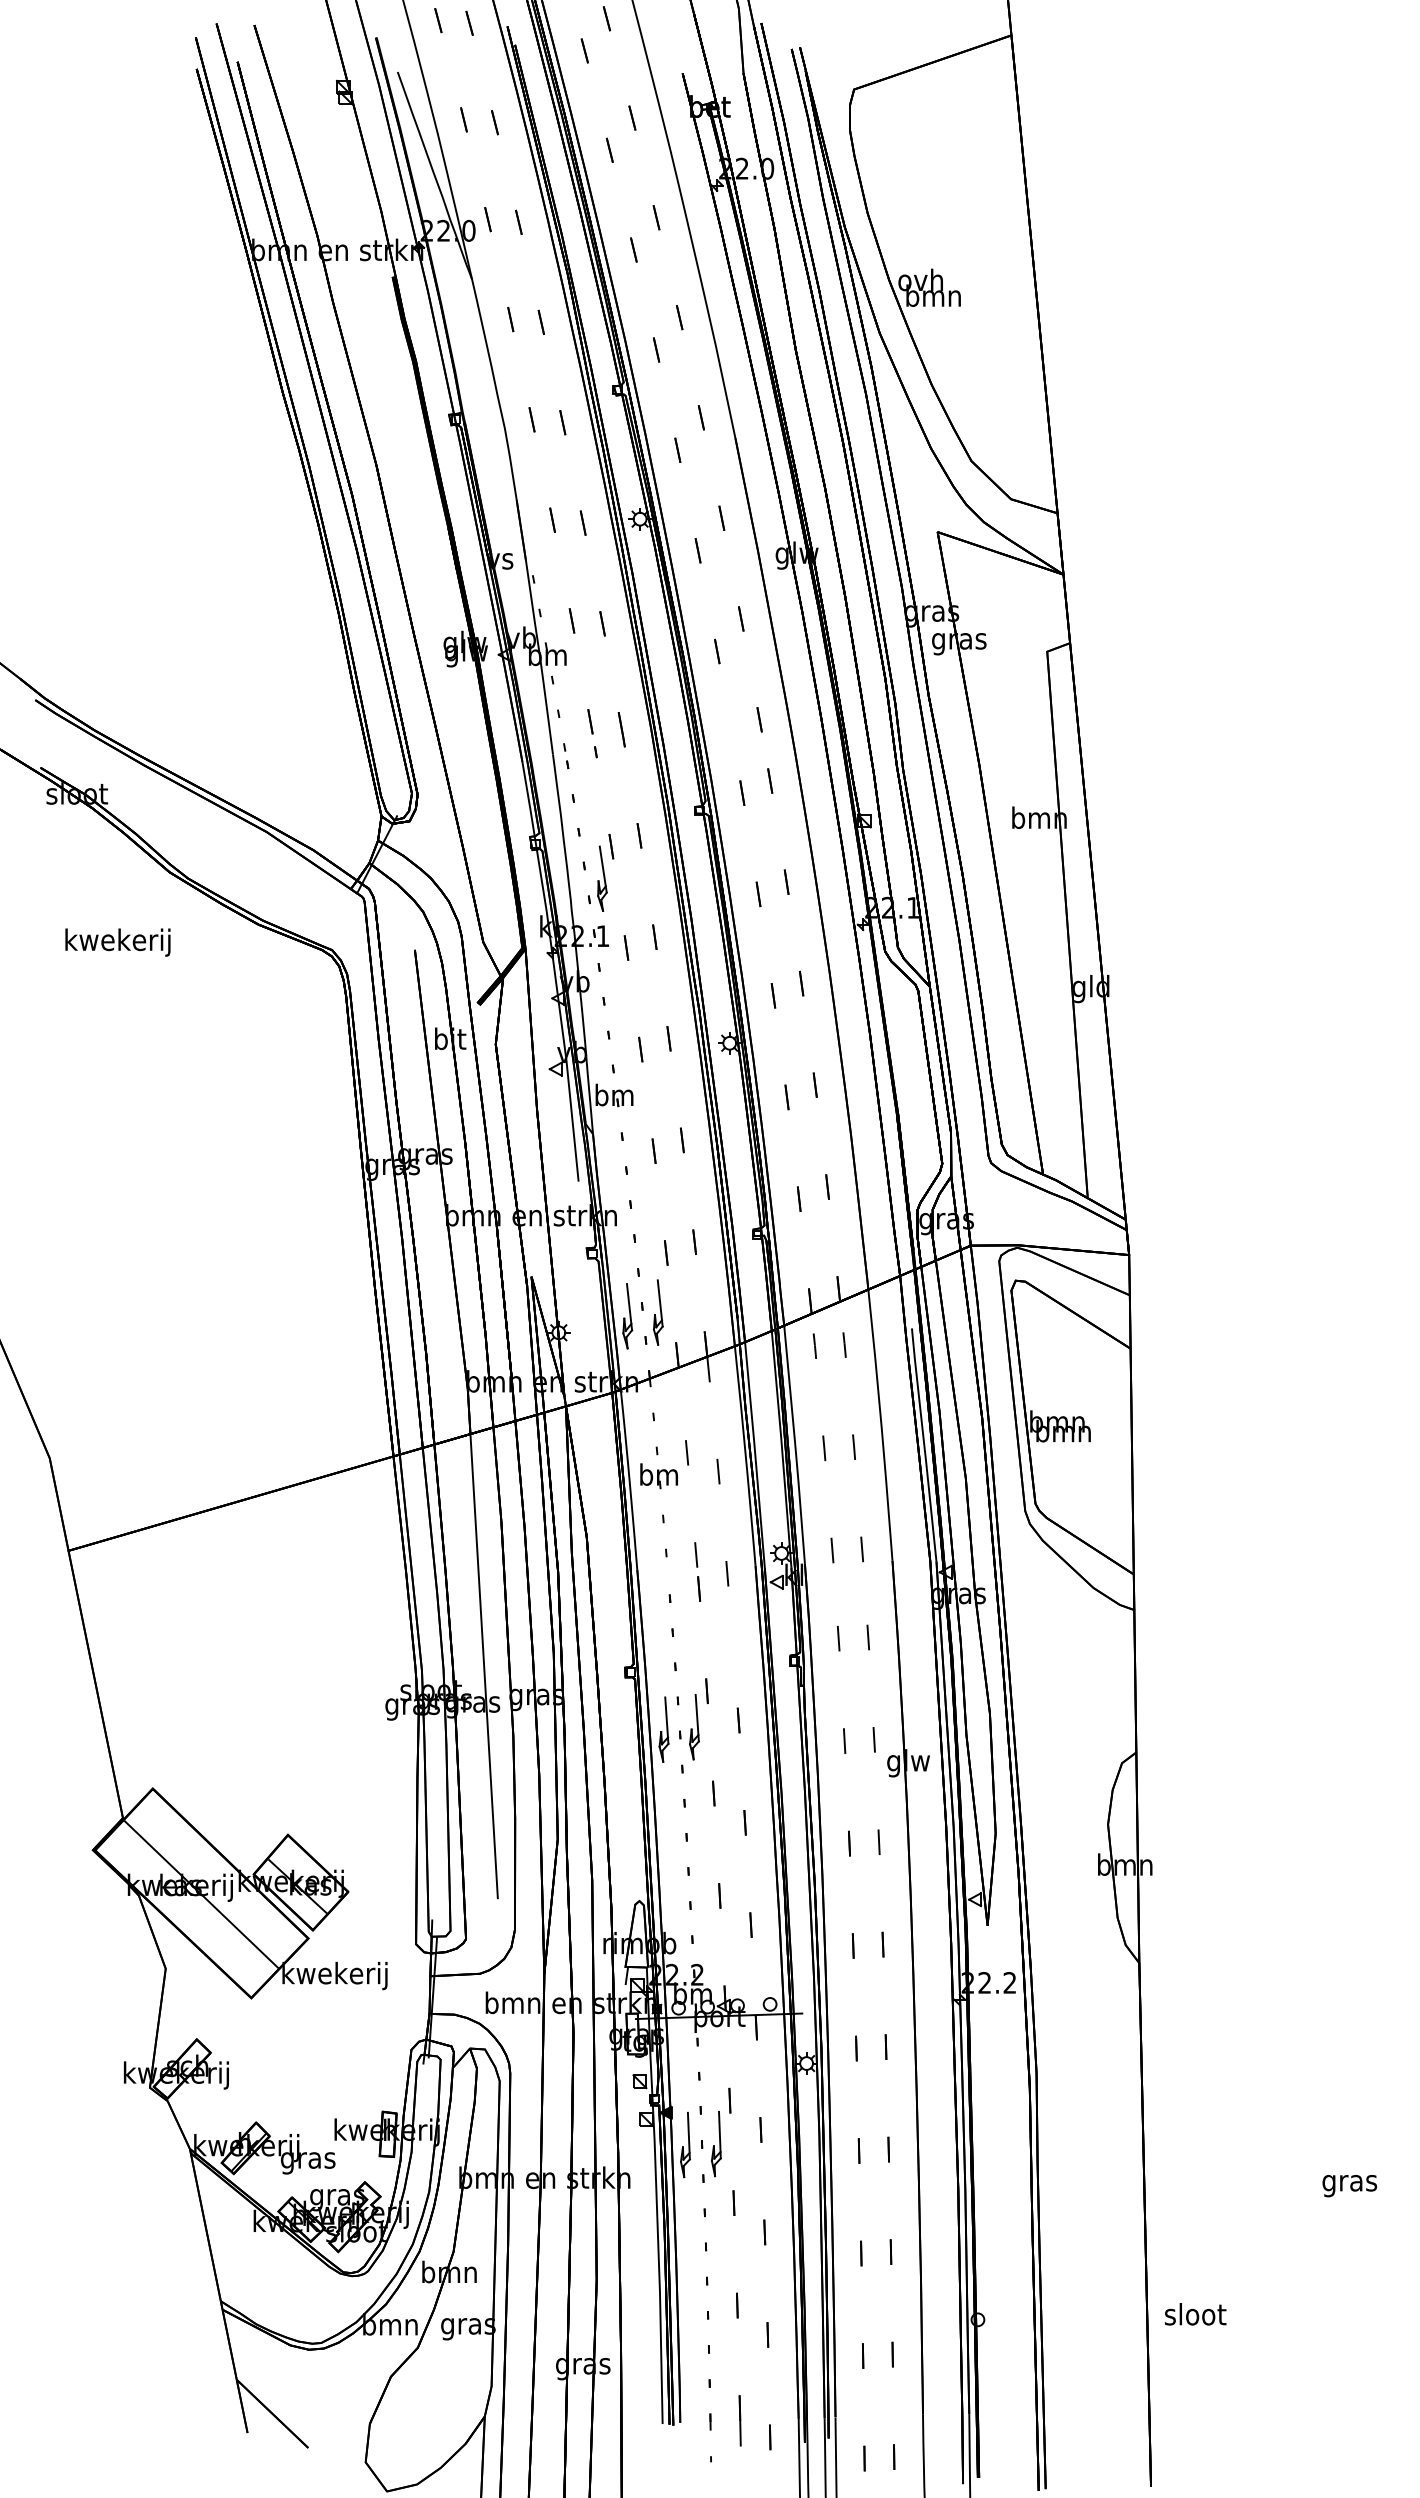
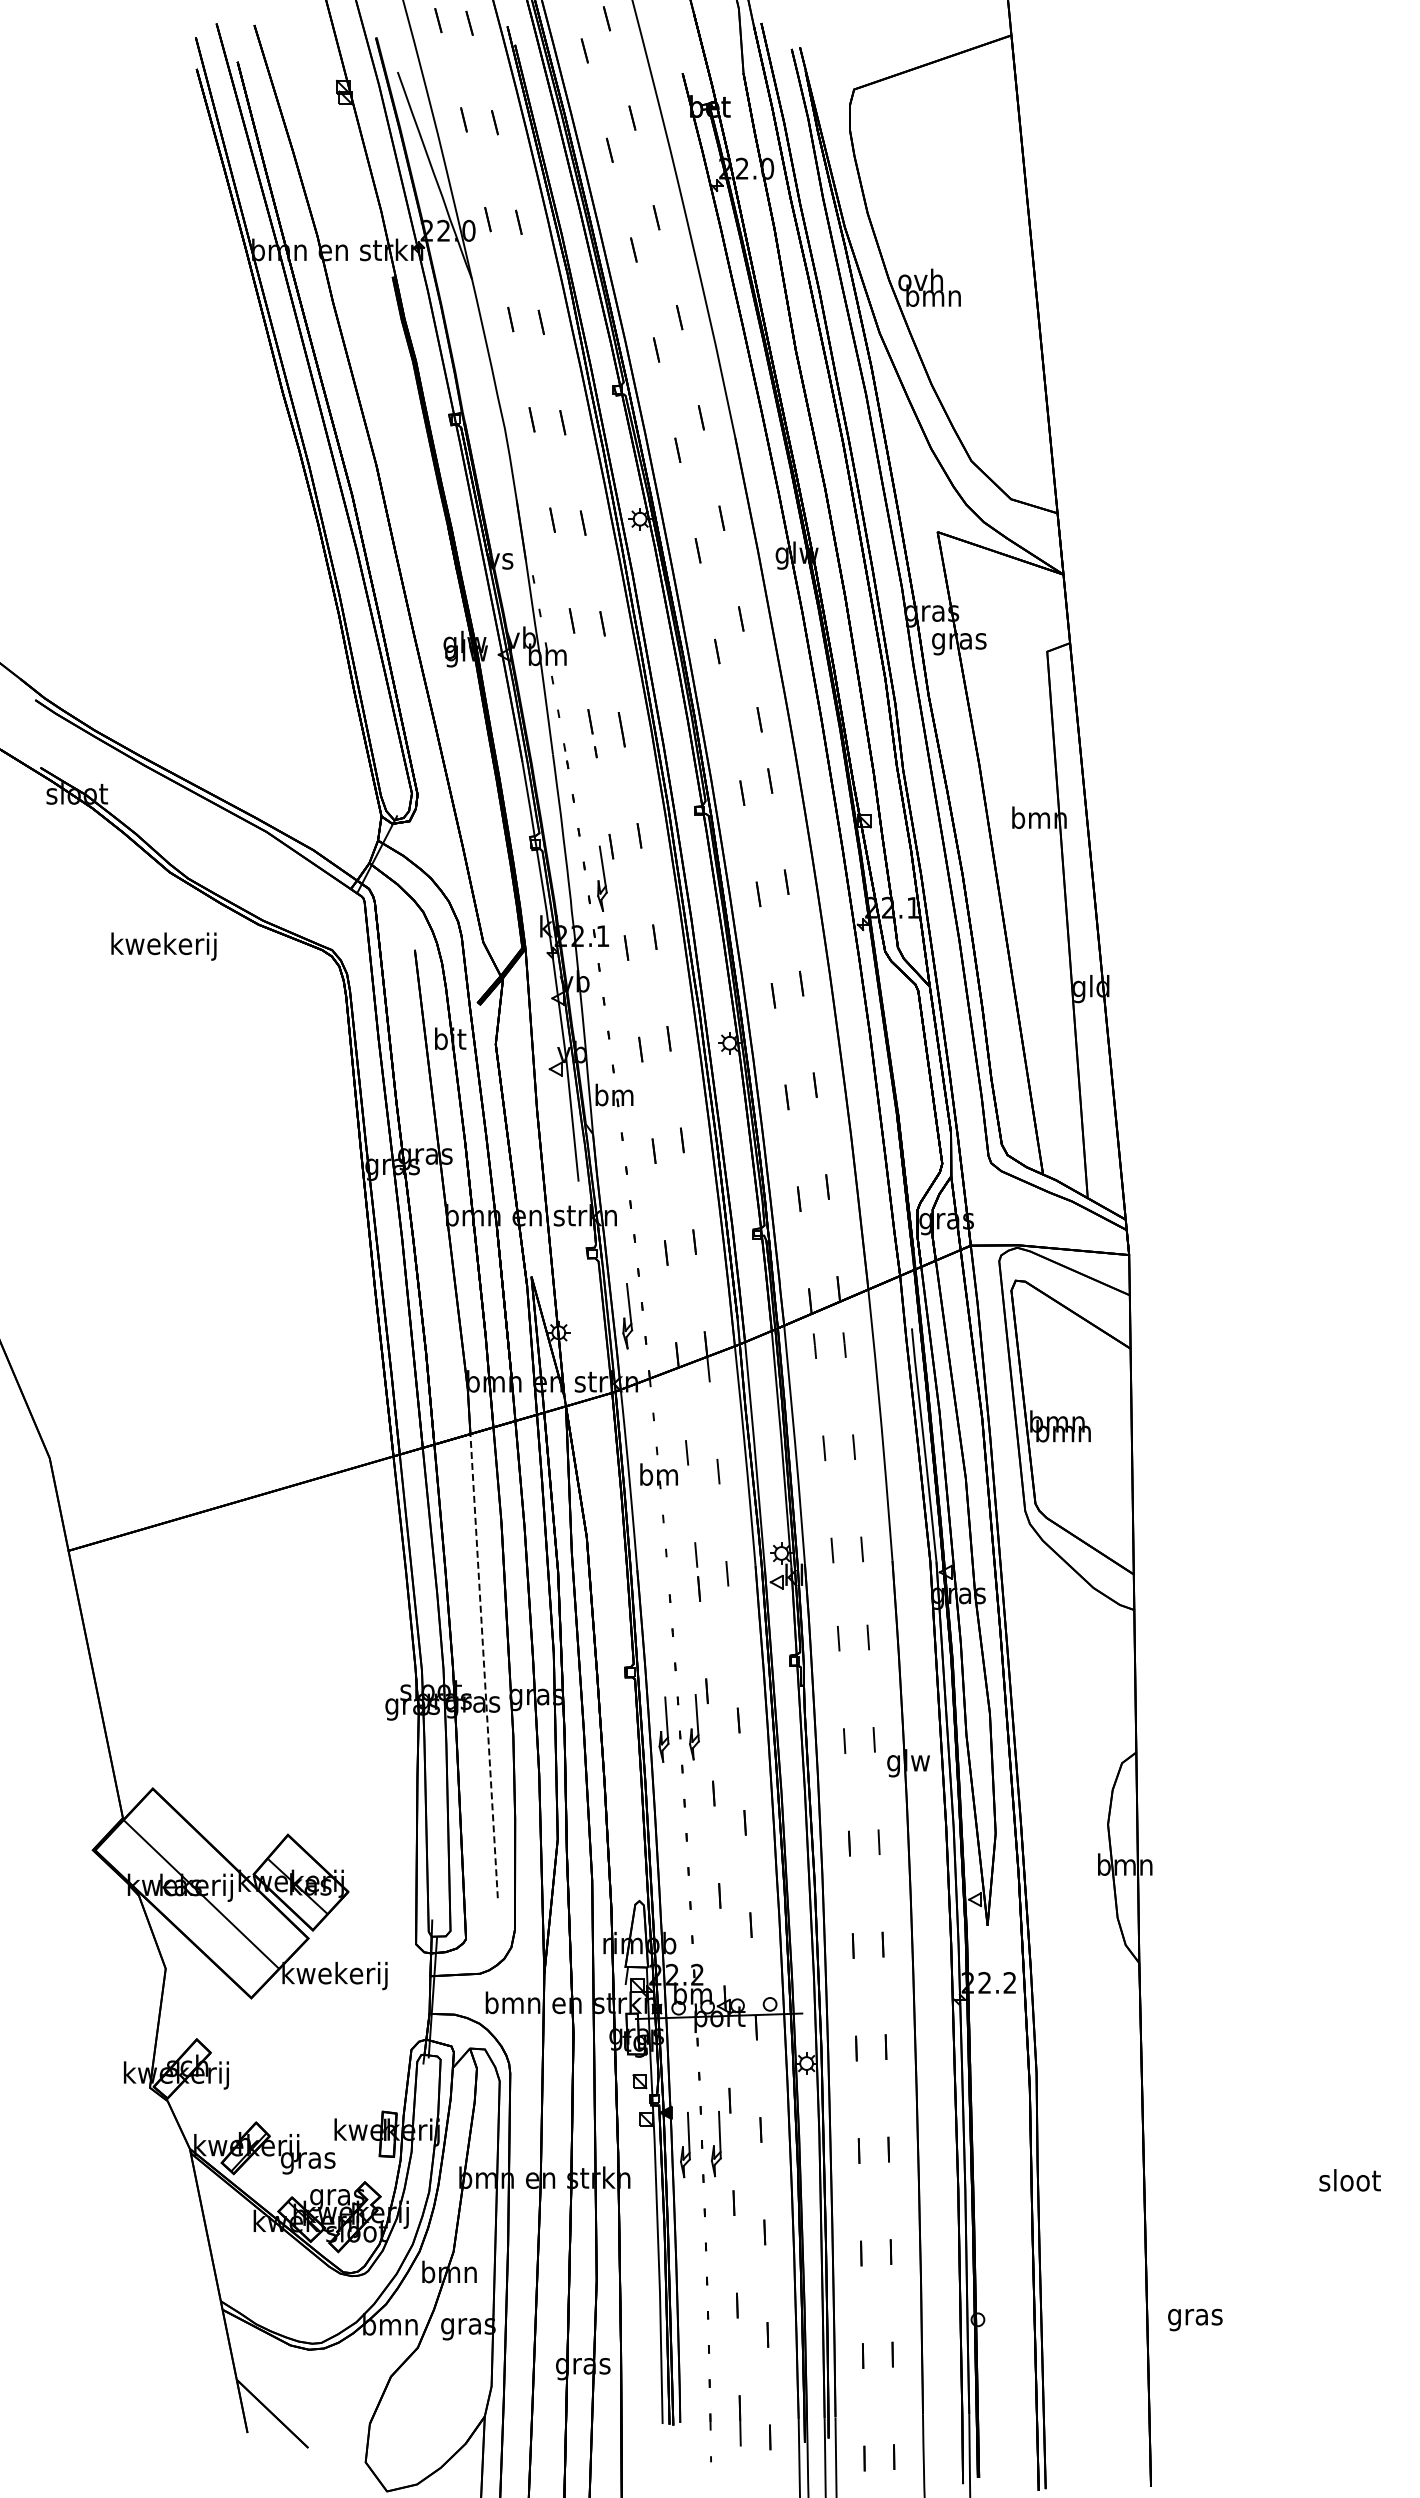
text at (117, 942) position: (117, 942) -> (163, 946)
part at (658, 1312): present -> none
line at (484, 1665): solid -> dashed
text at (1349, 2183): gras -> sloot
text at (1195, 2317): sloot -> gras
